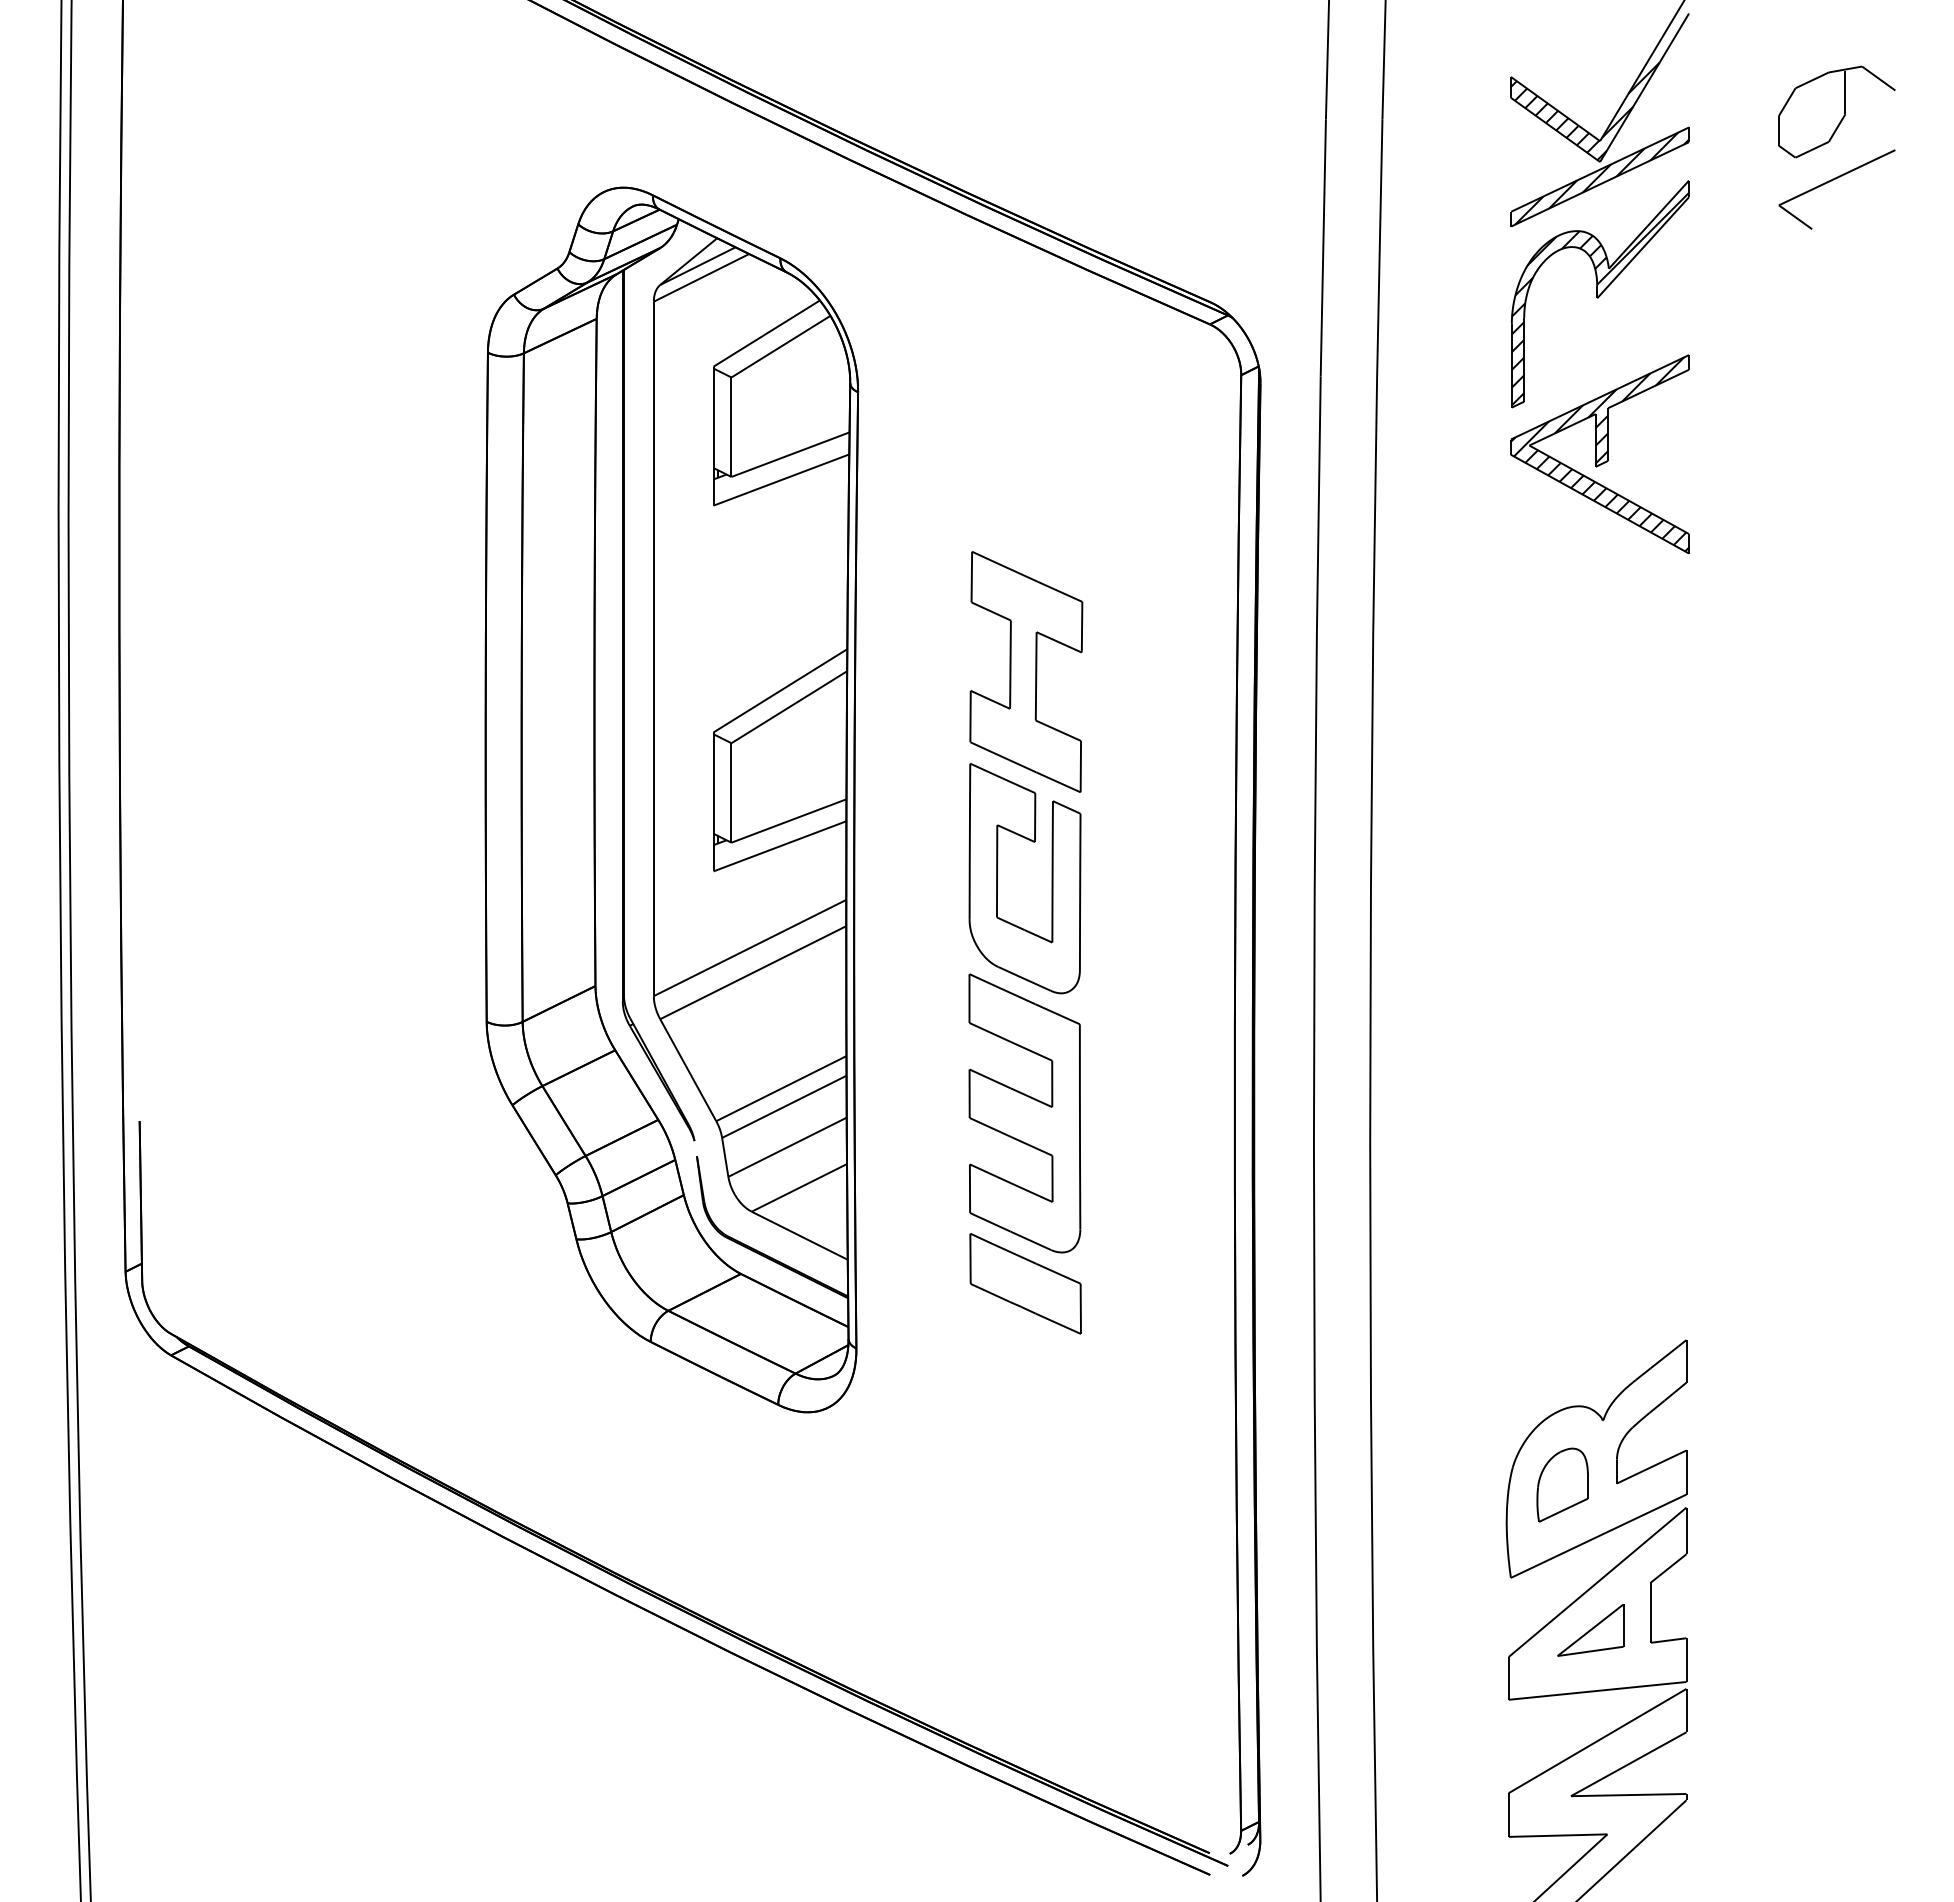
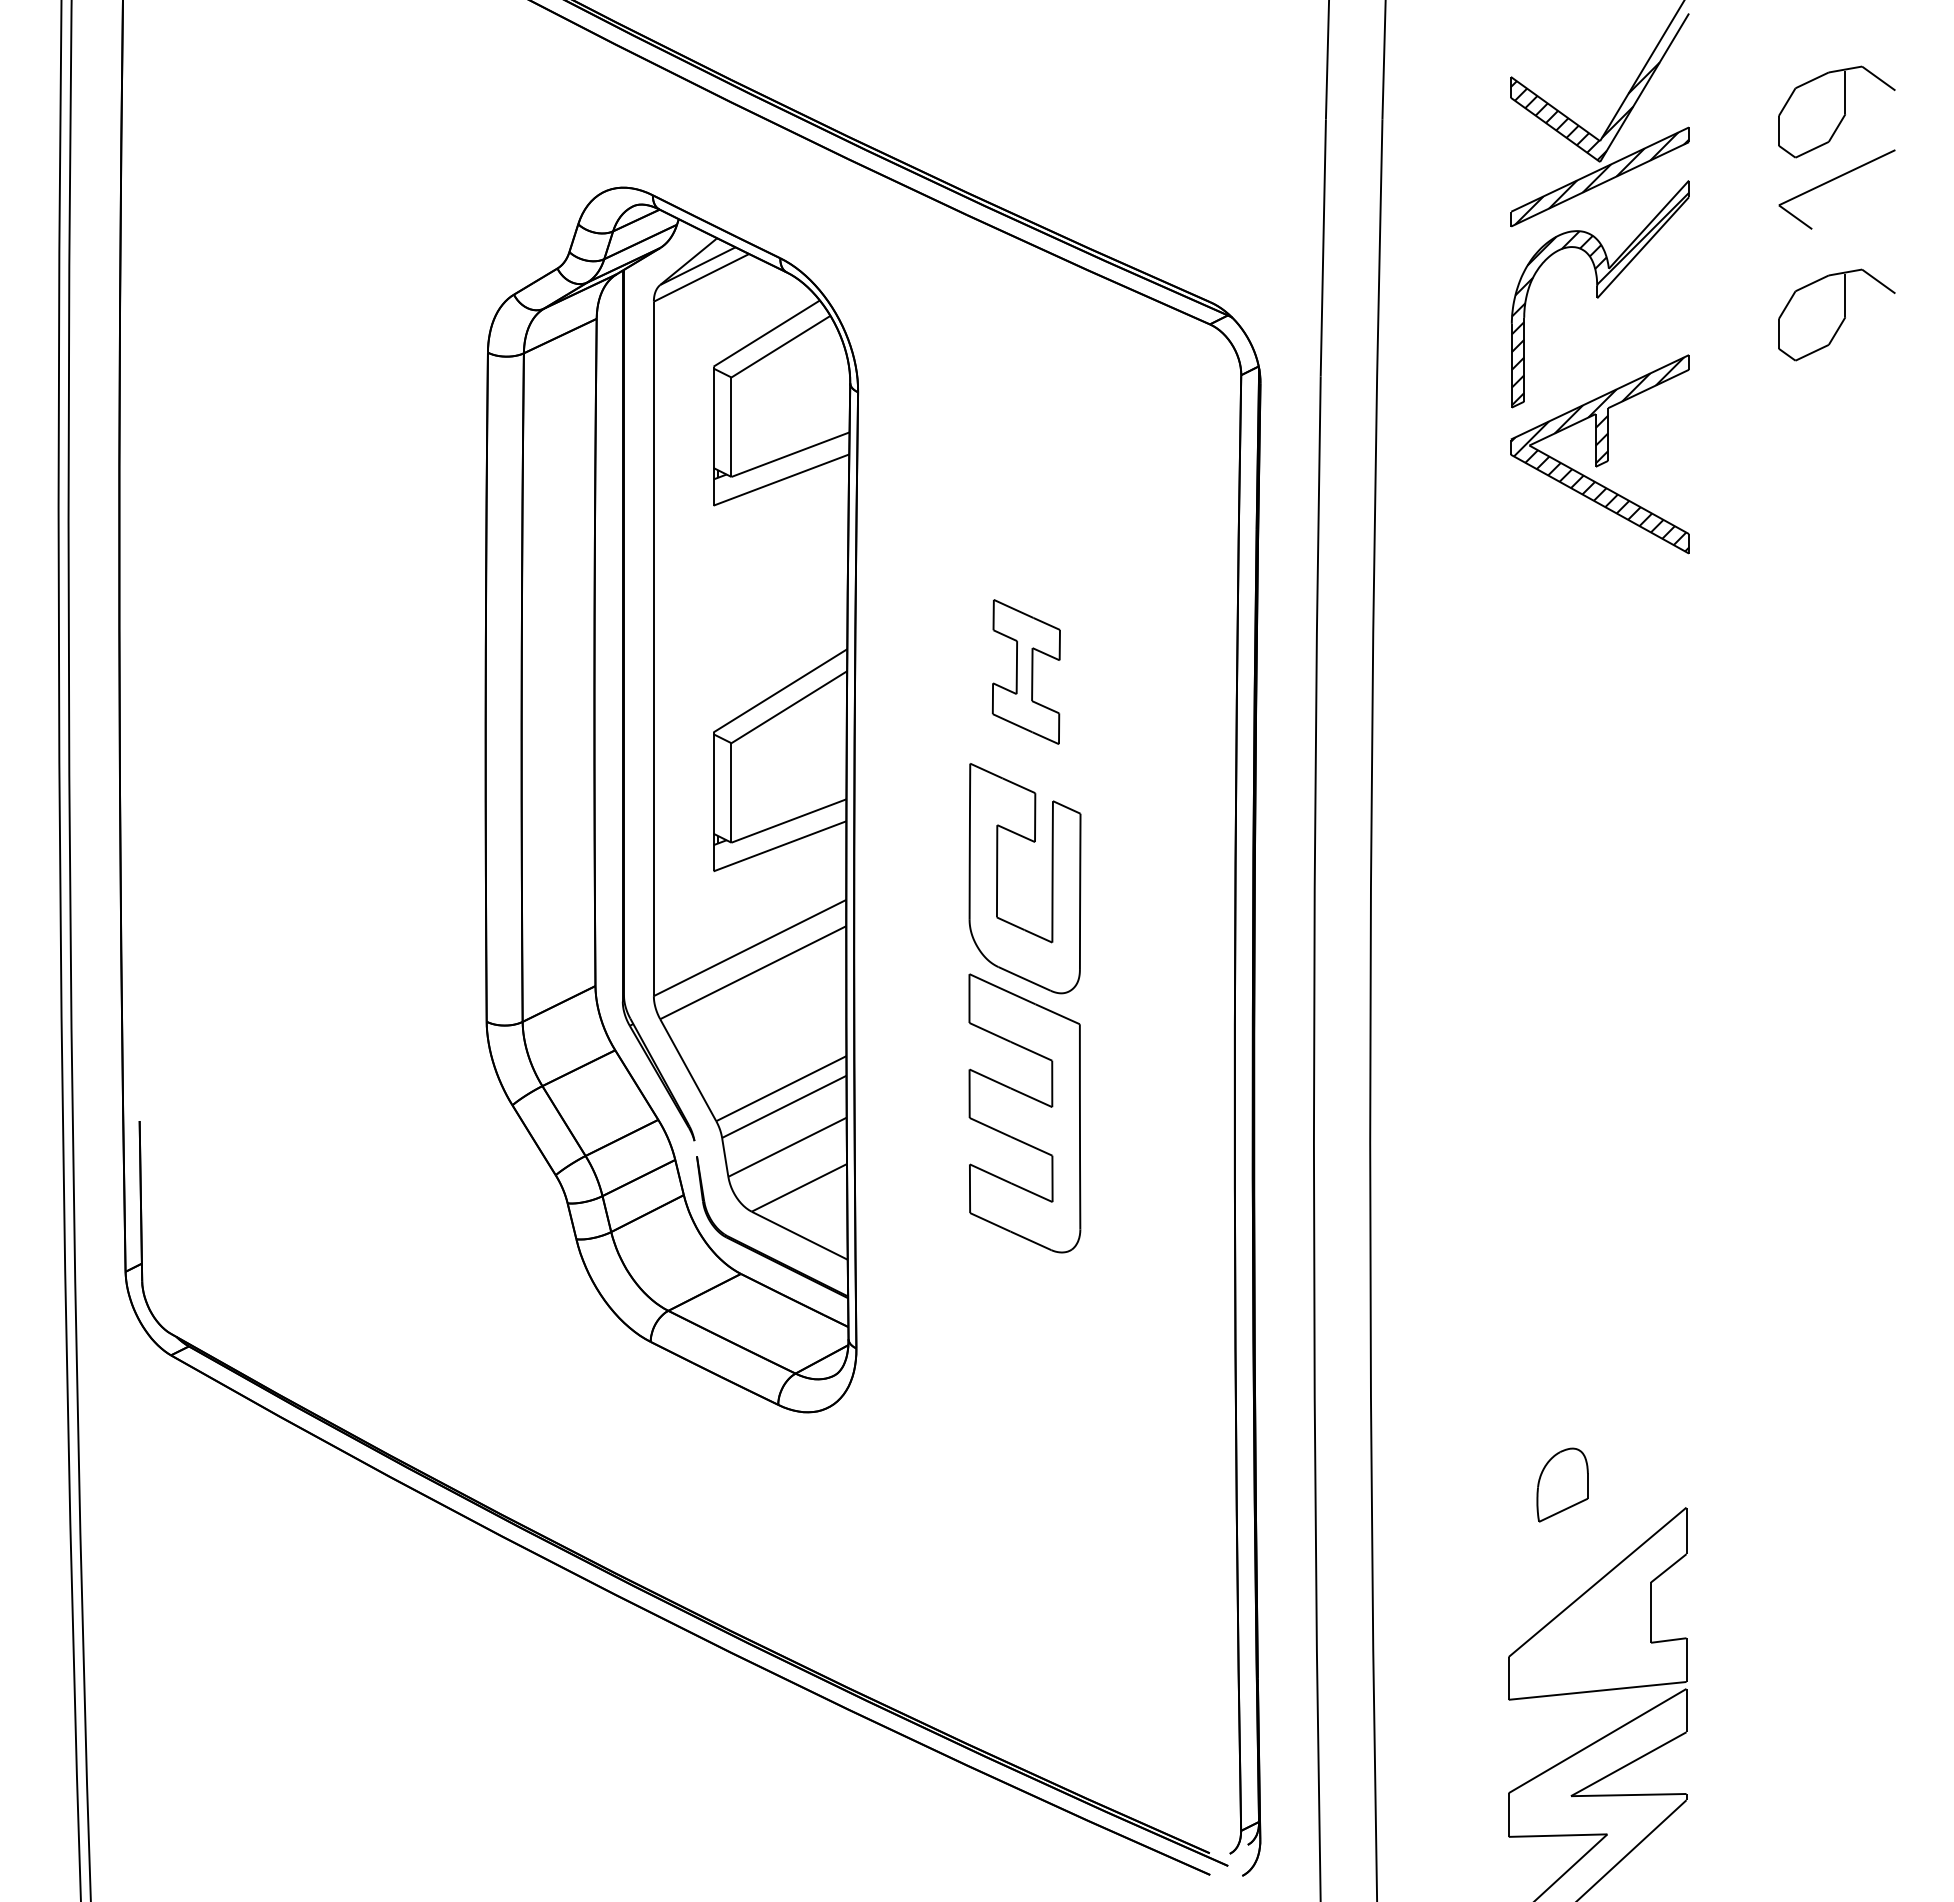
part at (1836, 314): none -> present
part at (1026, 671) size: 115x242 px -> 70x146 px
part at (1025, 1283): present -> none
part at (1596, 1458): present -> none
part at (1590, 1630): present -> none
